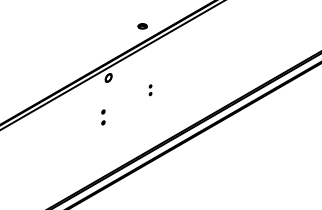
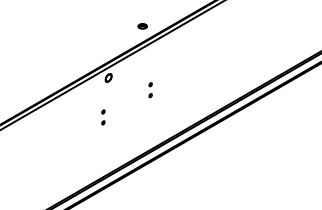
part at (150, 90) size: 5x13 px -> 5x17 px
